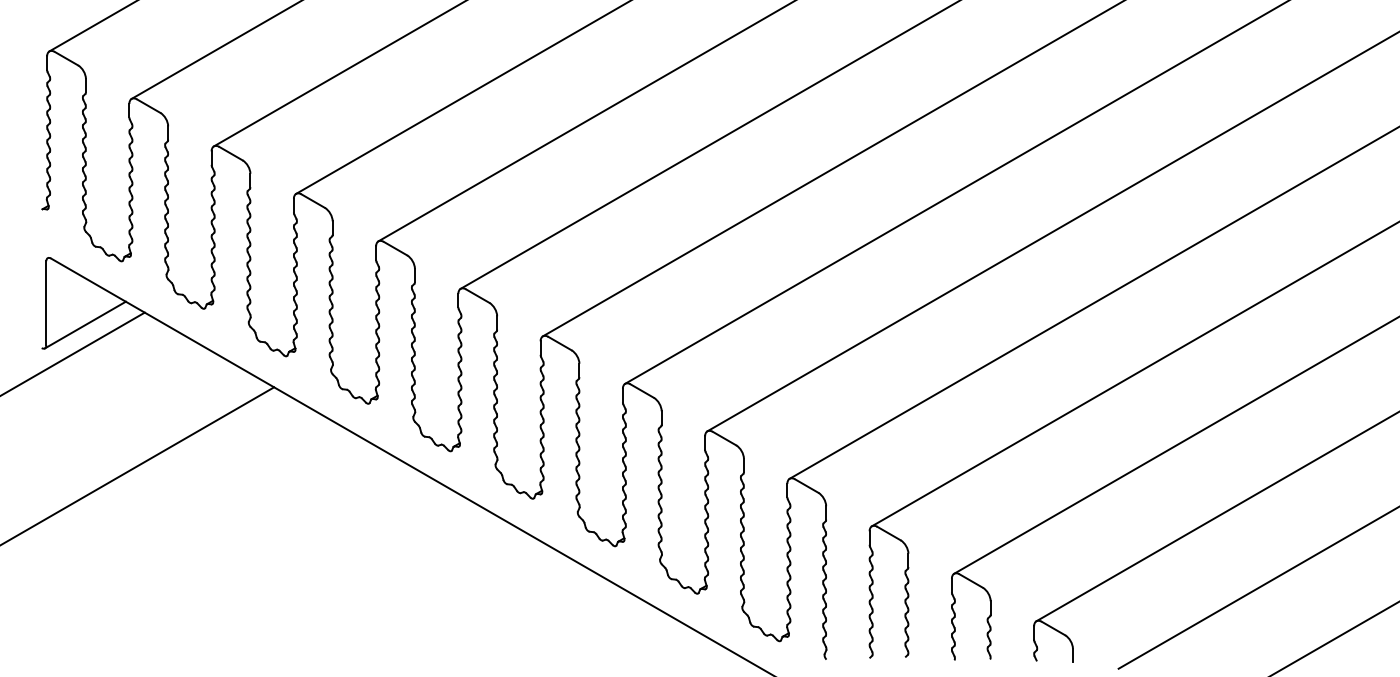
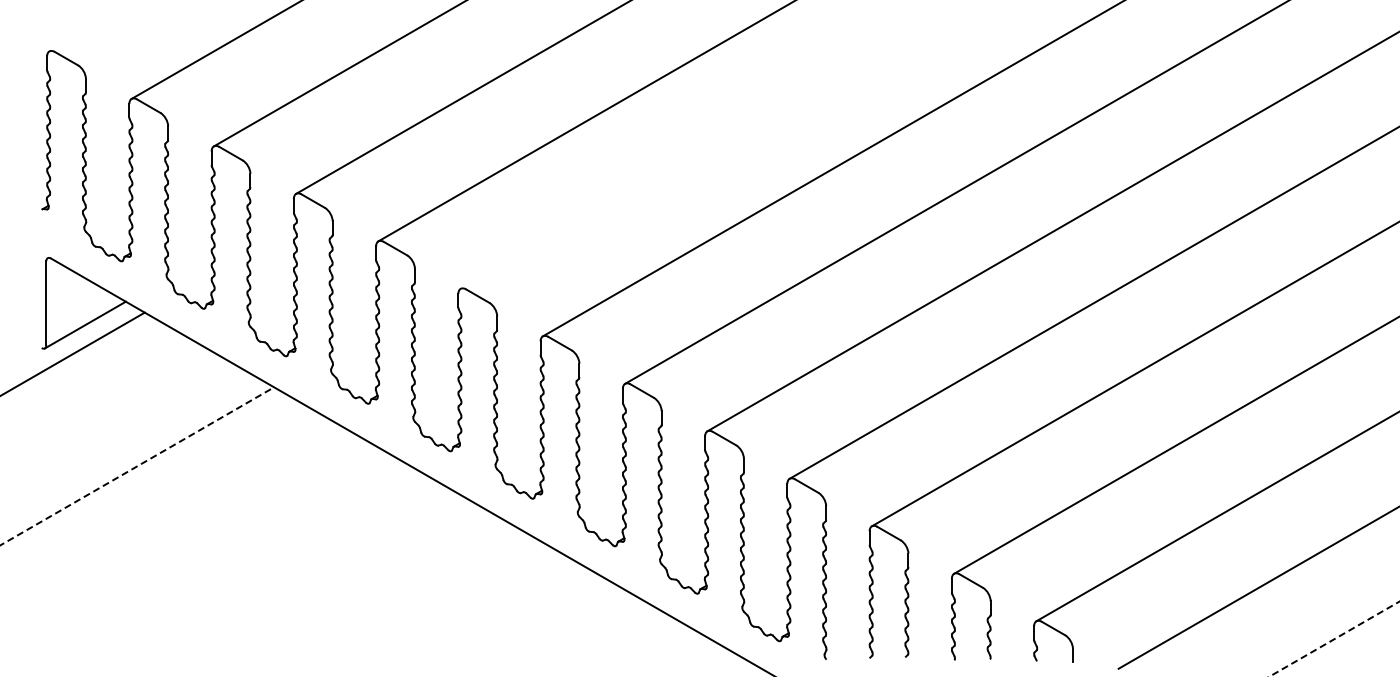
line at (91, 26): present -> none
line at (708, 145): present -> none
line at (137, 466): solid -> dashed
line at (1334, 639): solid -> dashed
